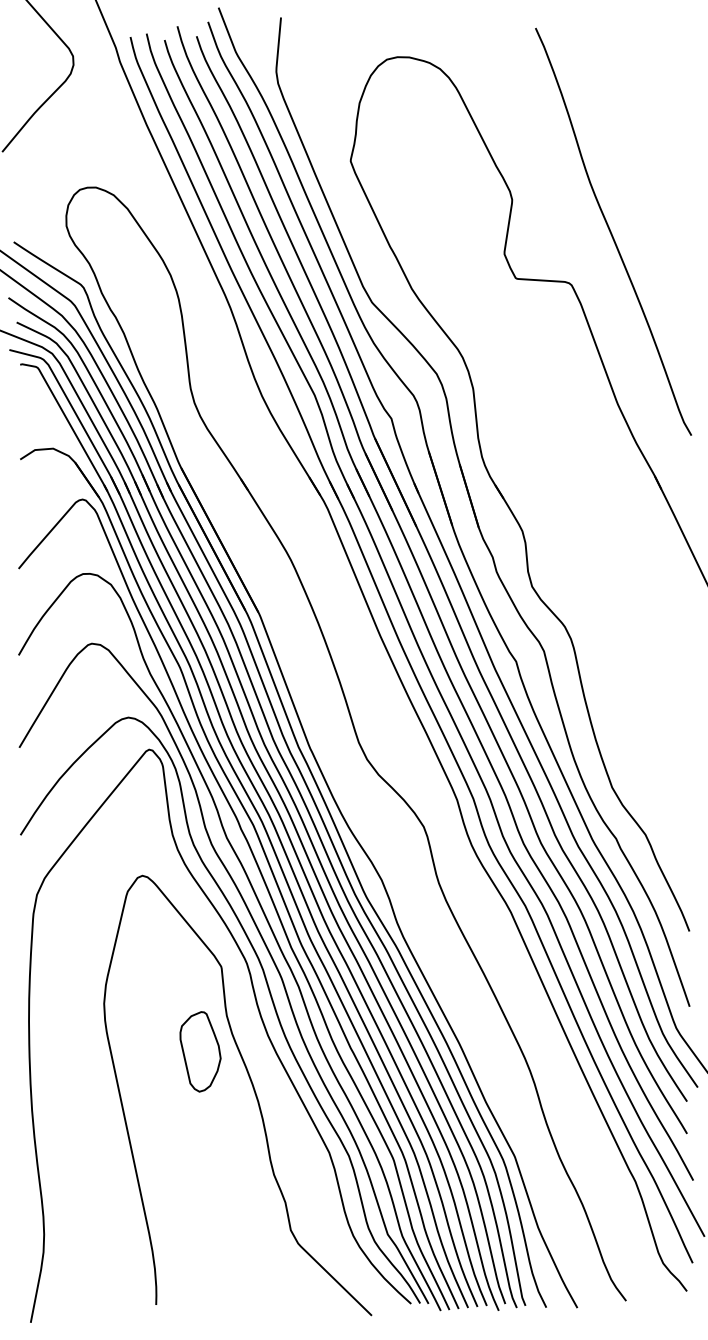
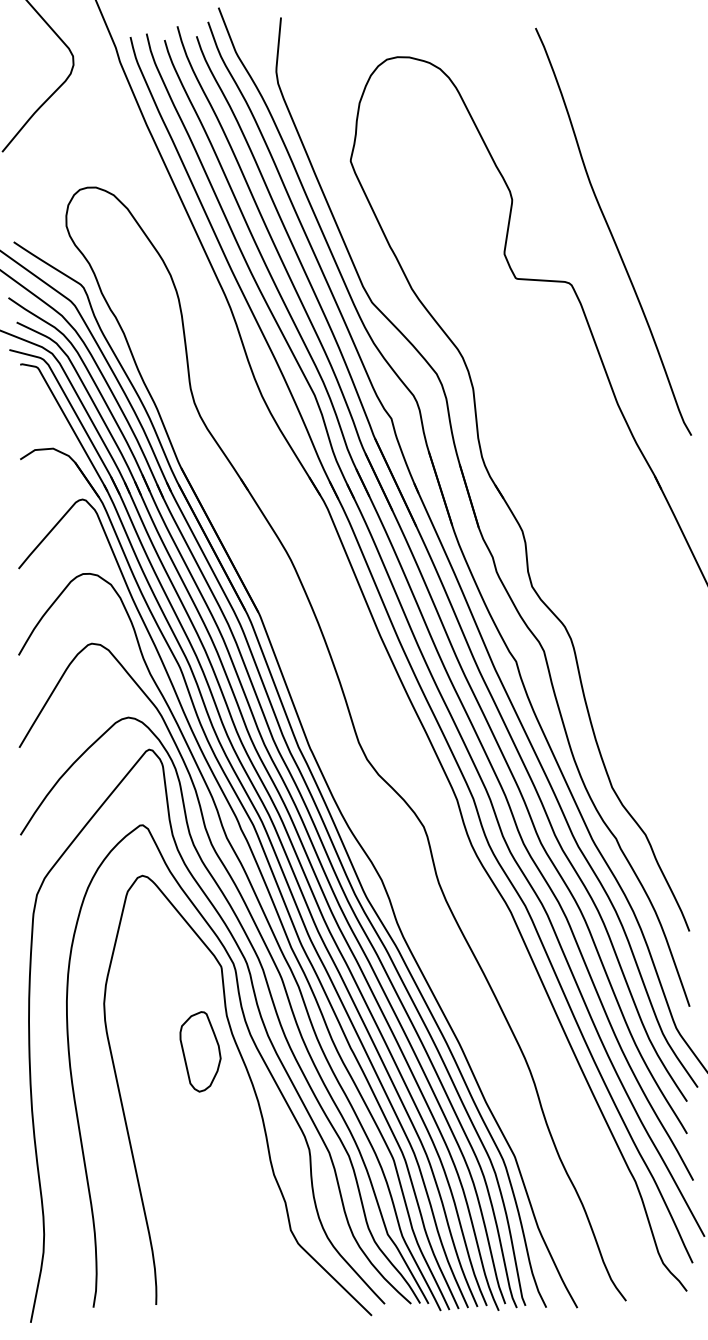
curve at (256, 1049): none -> present
